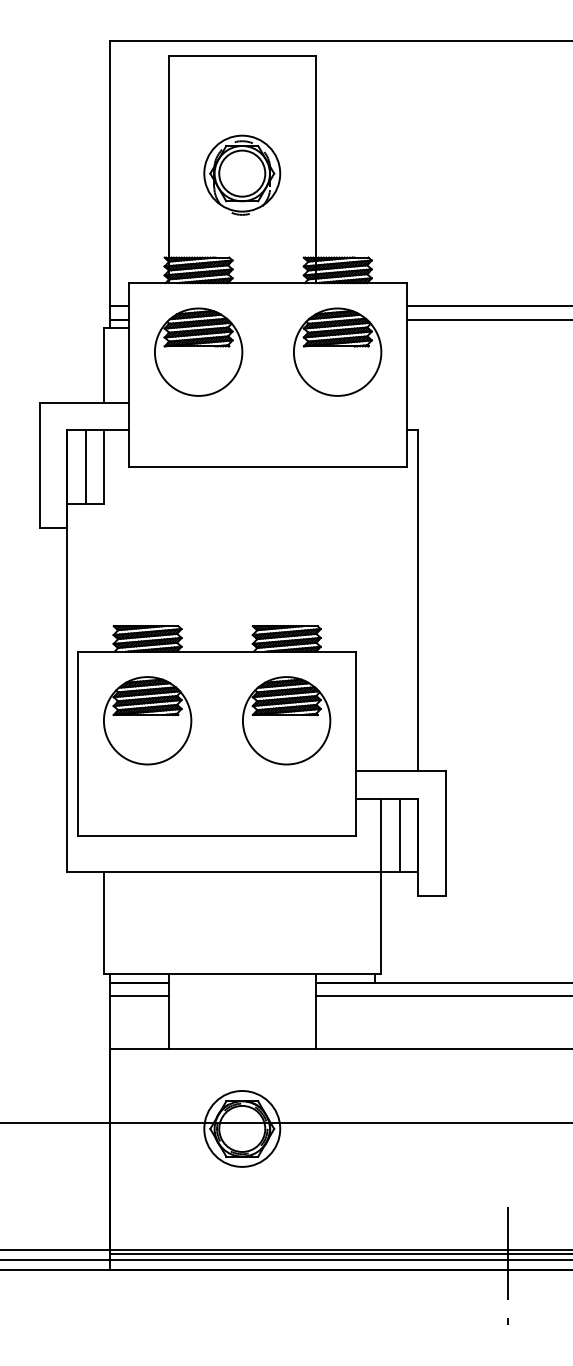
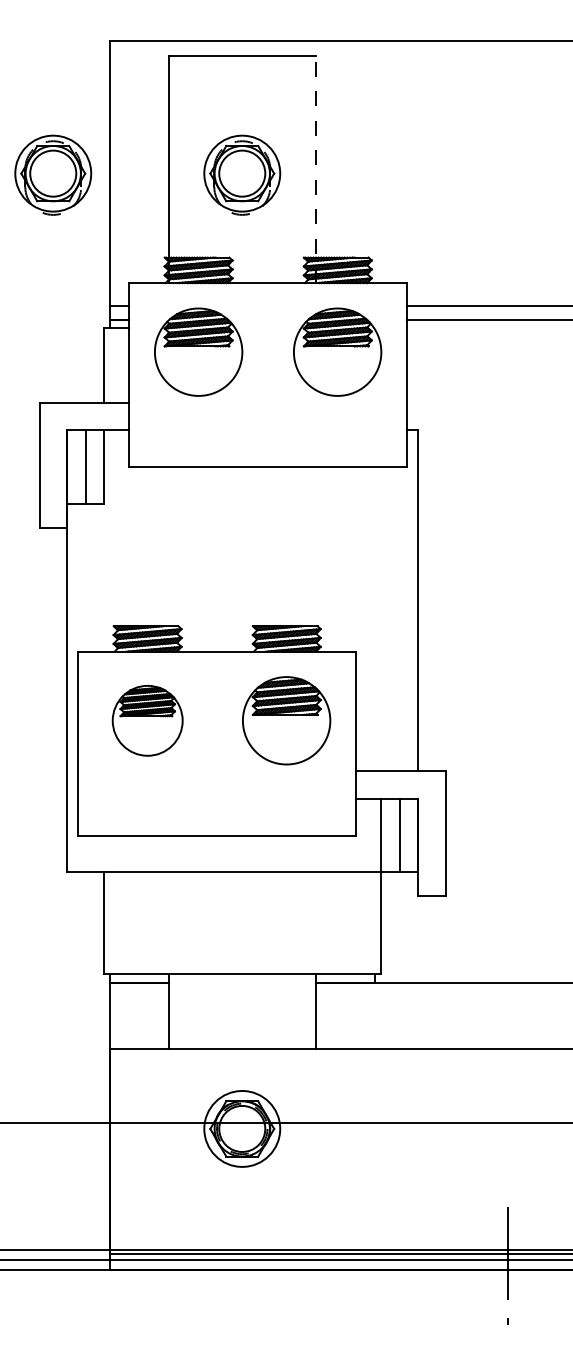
line at (316, 169): solid -> dashed
part at (53, 174): none -> present
part at (147, 720) size: 90x90 px -> 73x72 px
line at (138, 996): present -> none
line at (442, 996): present -> none
